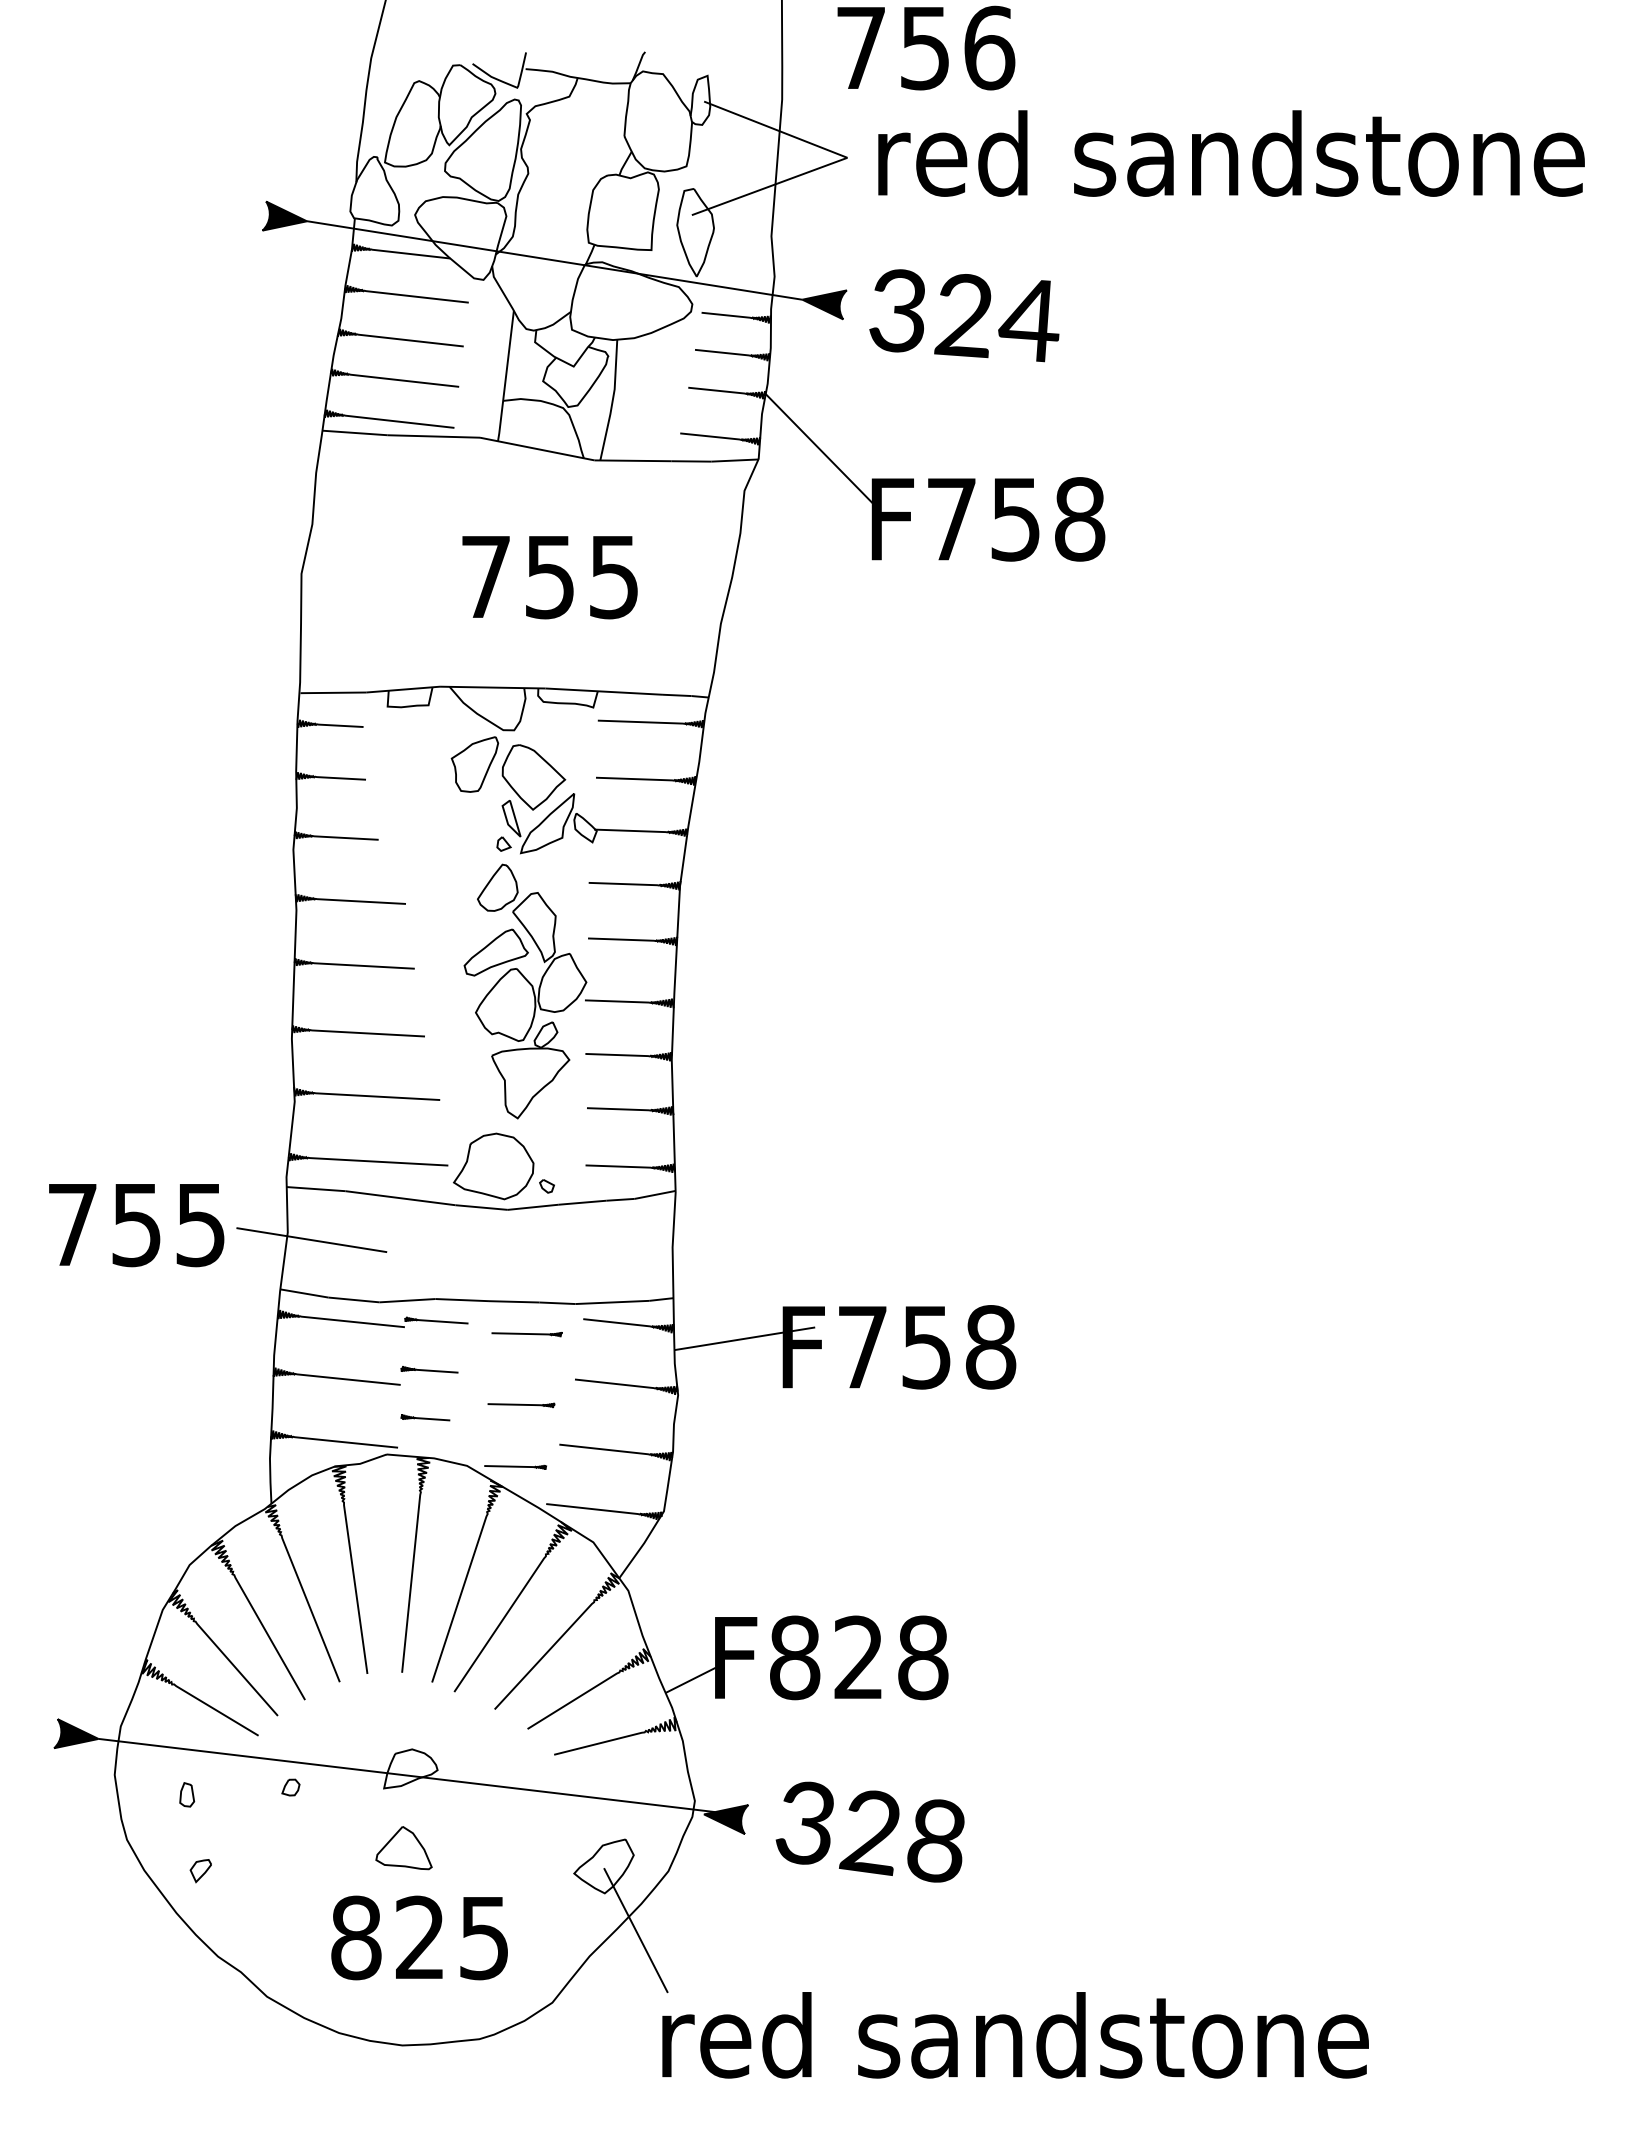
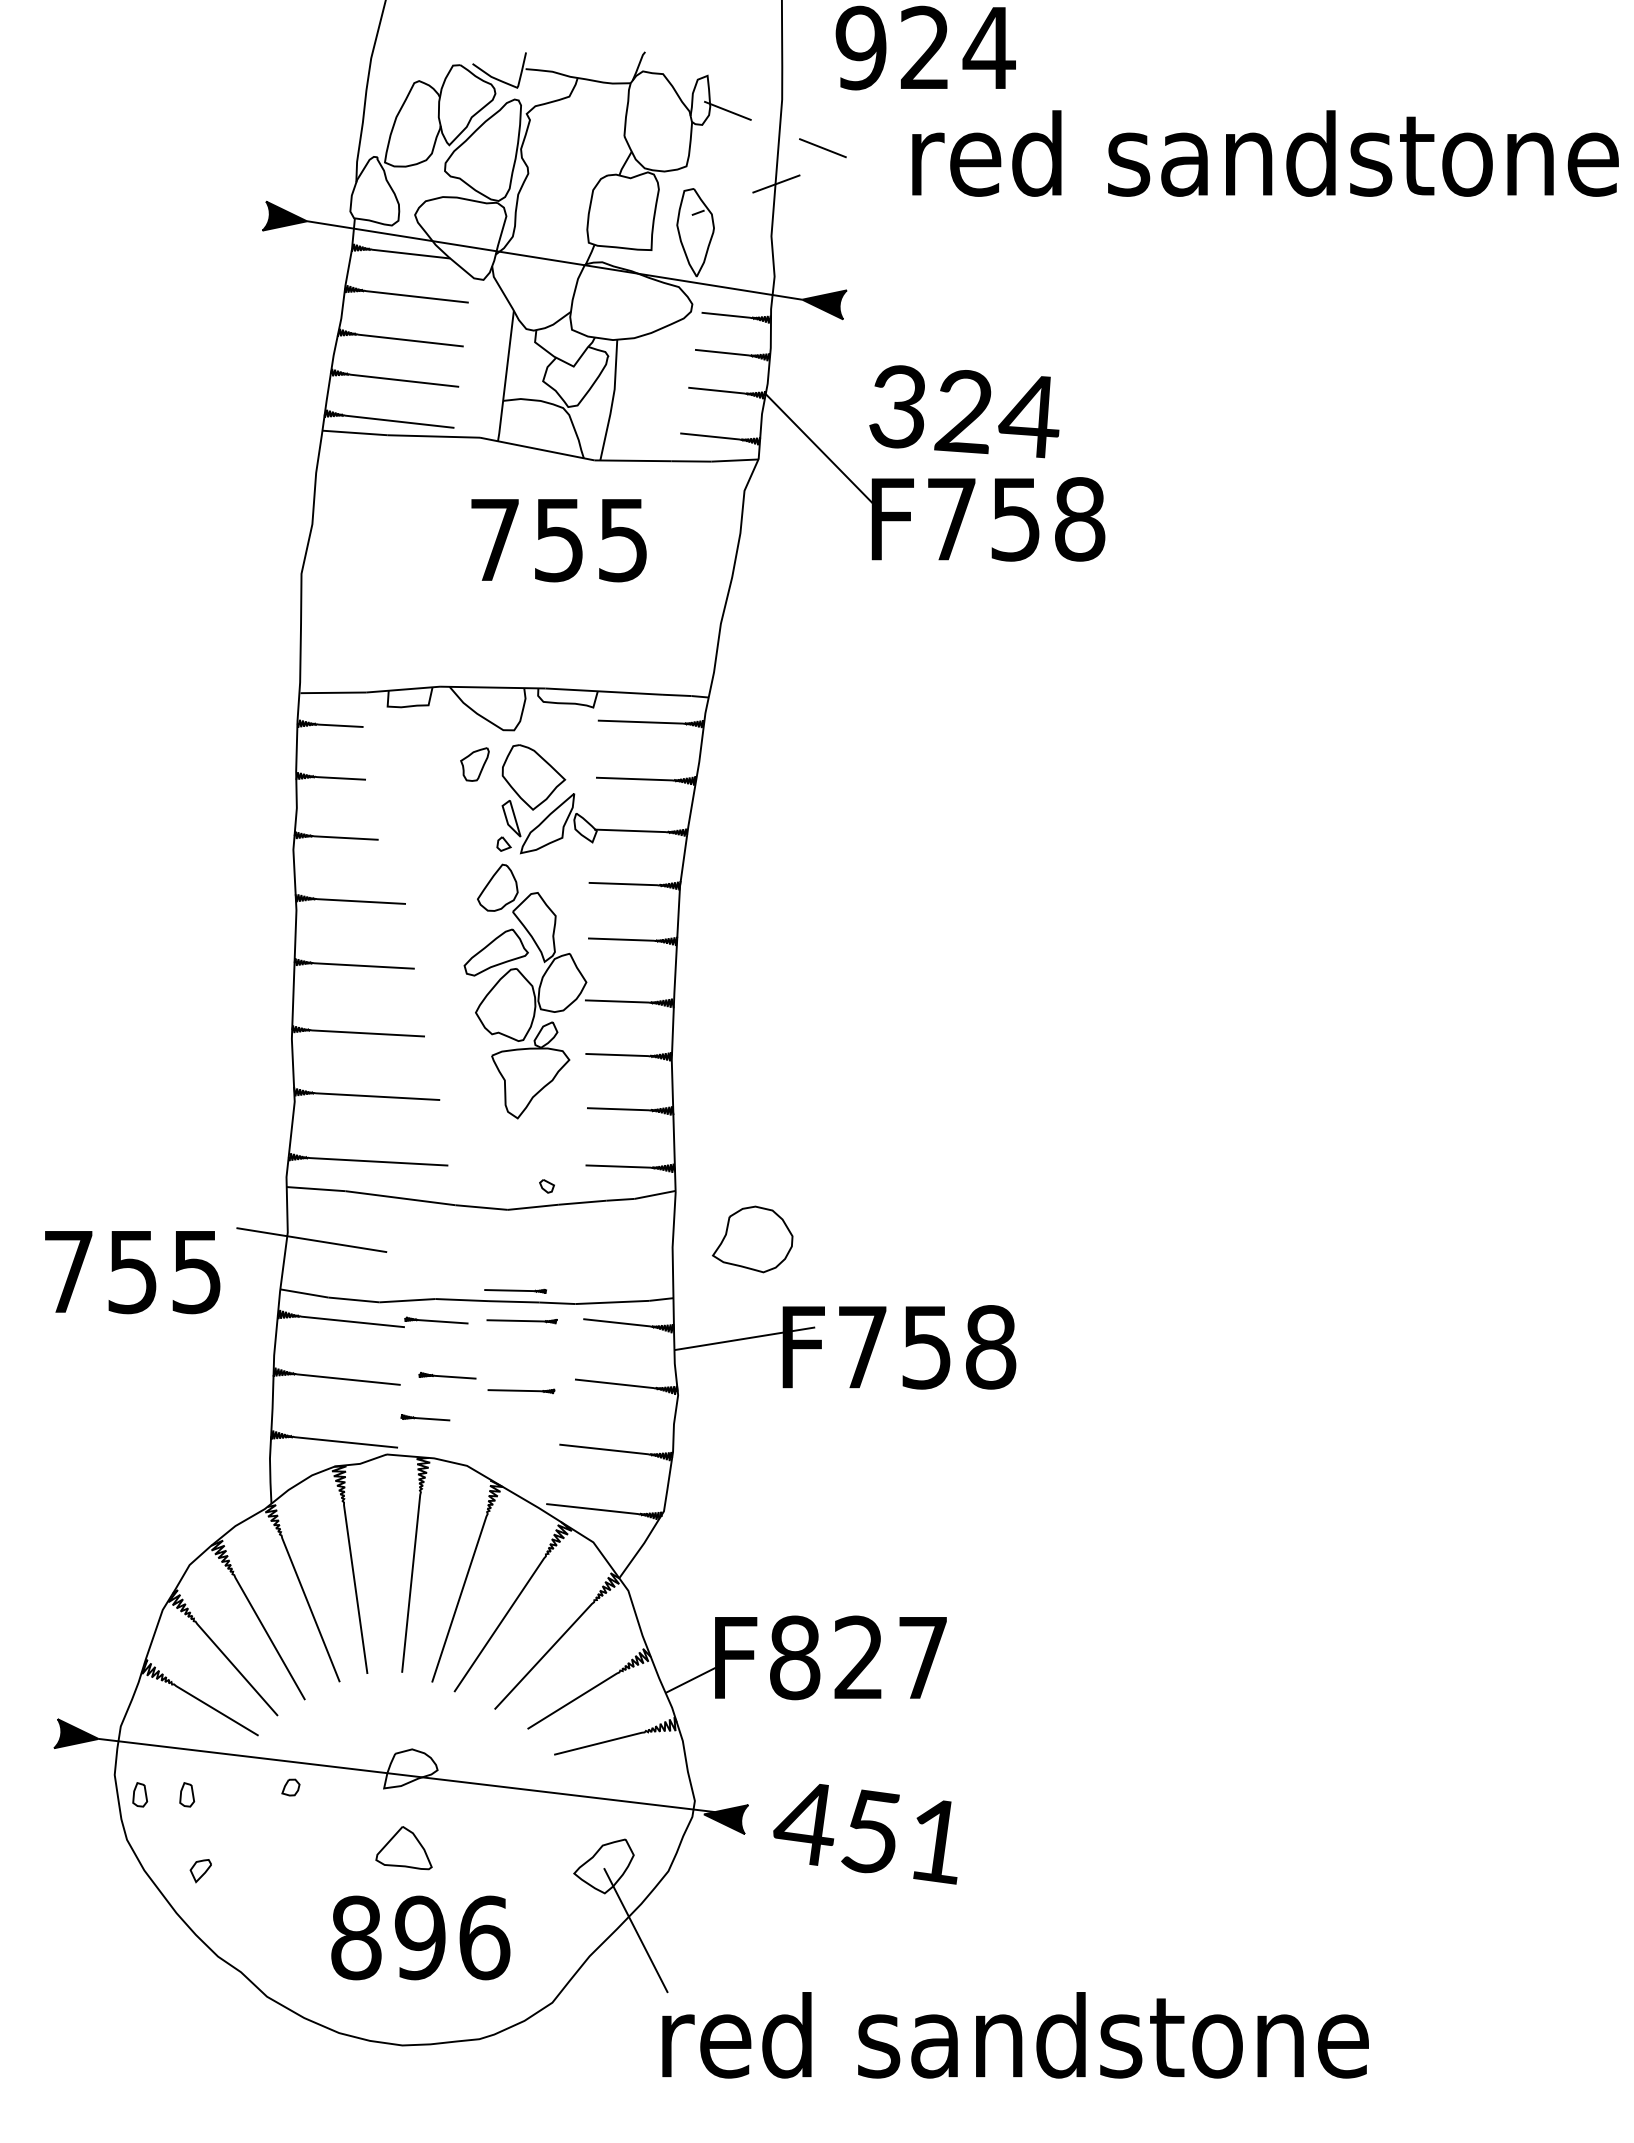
text at (925, 47): 756 -> 924
text at (1231, 153) position: (1231, 153) -> (1265, 153)
line at (841, 159): solid -> dashed
text at (964, 315) position: (964, 315) -> (964, 411)
text at (549, 577) position: (549, 577) -> (558, 540)
part at (474, 764) size: 50x57 px -> 30x35 px
part at (493, 1166) position: (493, 1166) -> (752, 1239)
text at (136, 1225) position: (136, 1225) -> (132, 1272)
curve at (526, 1334) position: (526, 1334) -> (521, 1321)
curve at (429, 1369) position: (429, 1369) -> (447, 1375)
curve at (521, 1405) position: (521, 1405) -> (521, 1391)
curve at (515, 1466) position: (515, 1466) -> (515, 1290)
text at (923, 1657): F828 -> F827
part at (140, 1794): none -> present
text at (868, 1832): 328 -> 451
text at (452, 1937): 825 -> 896
